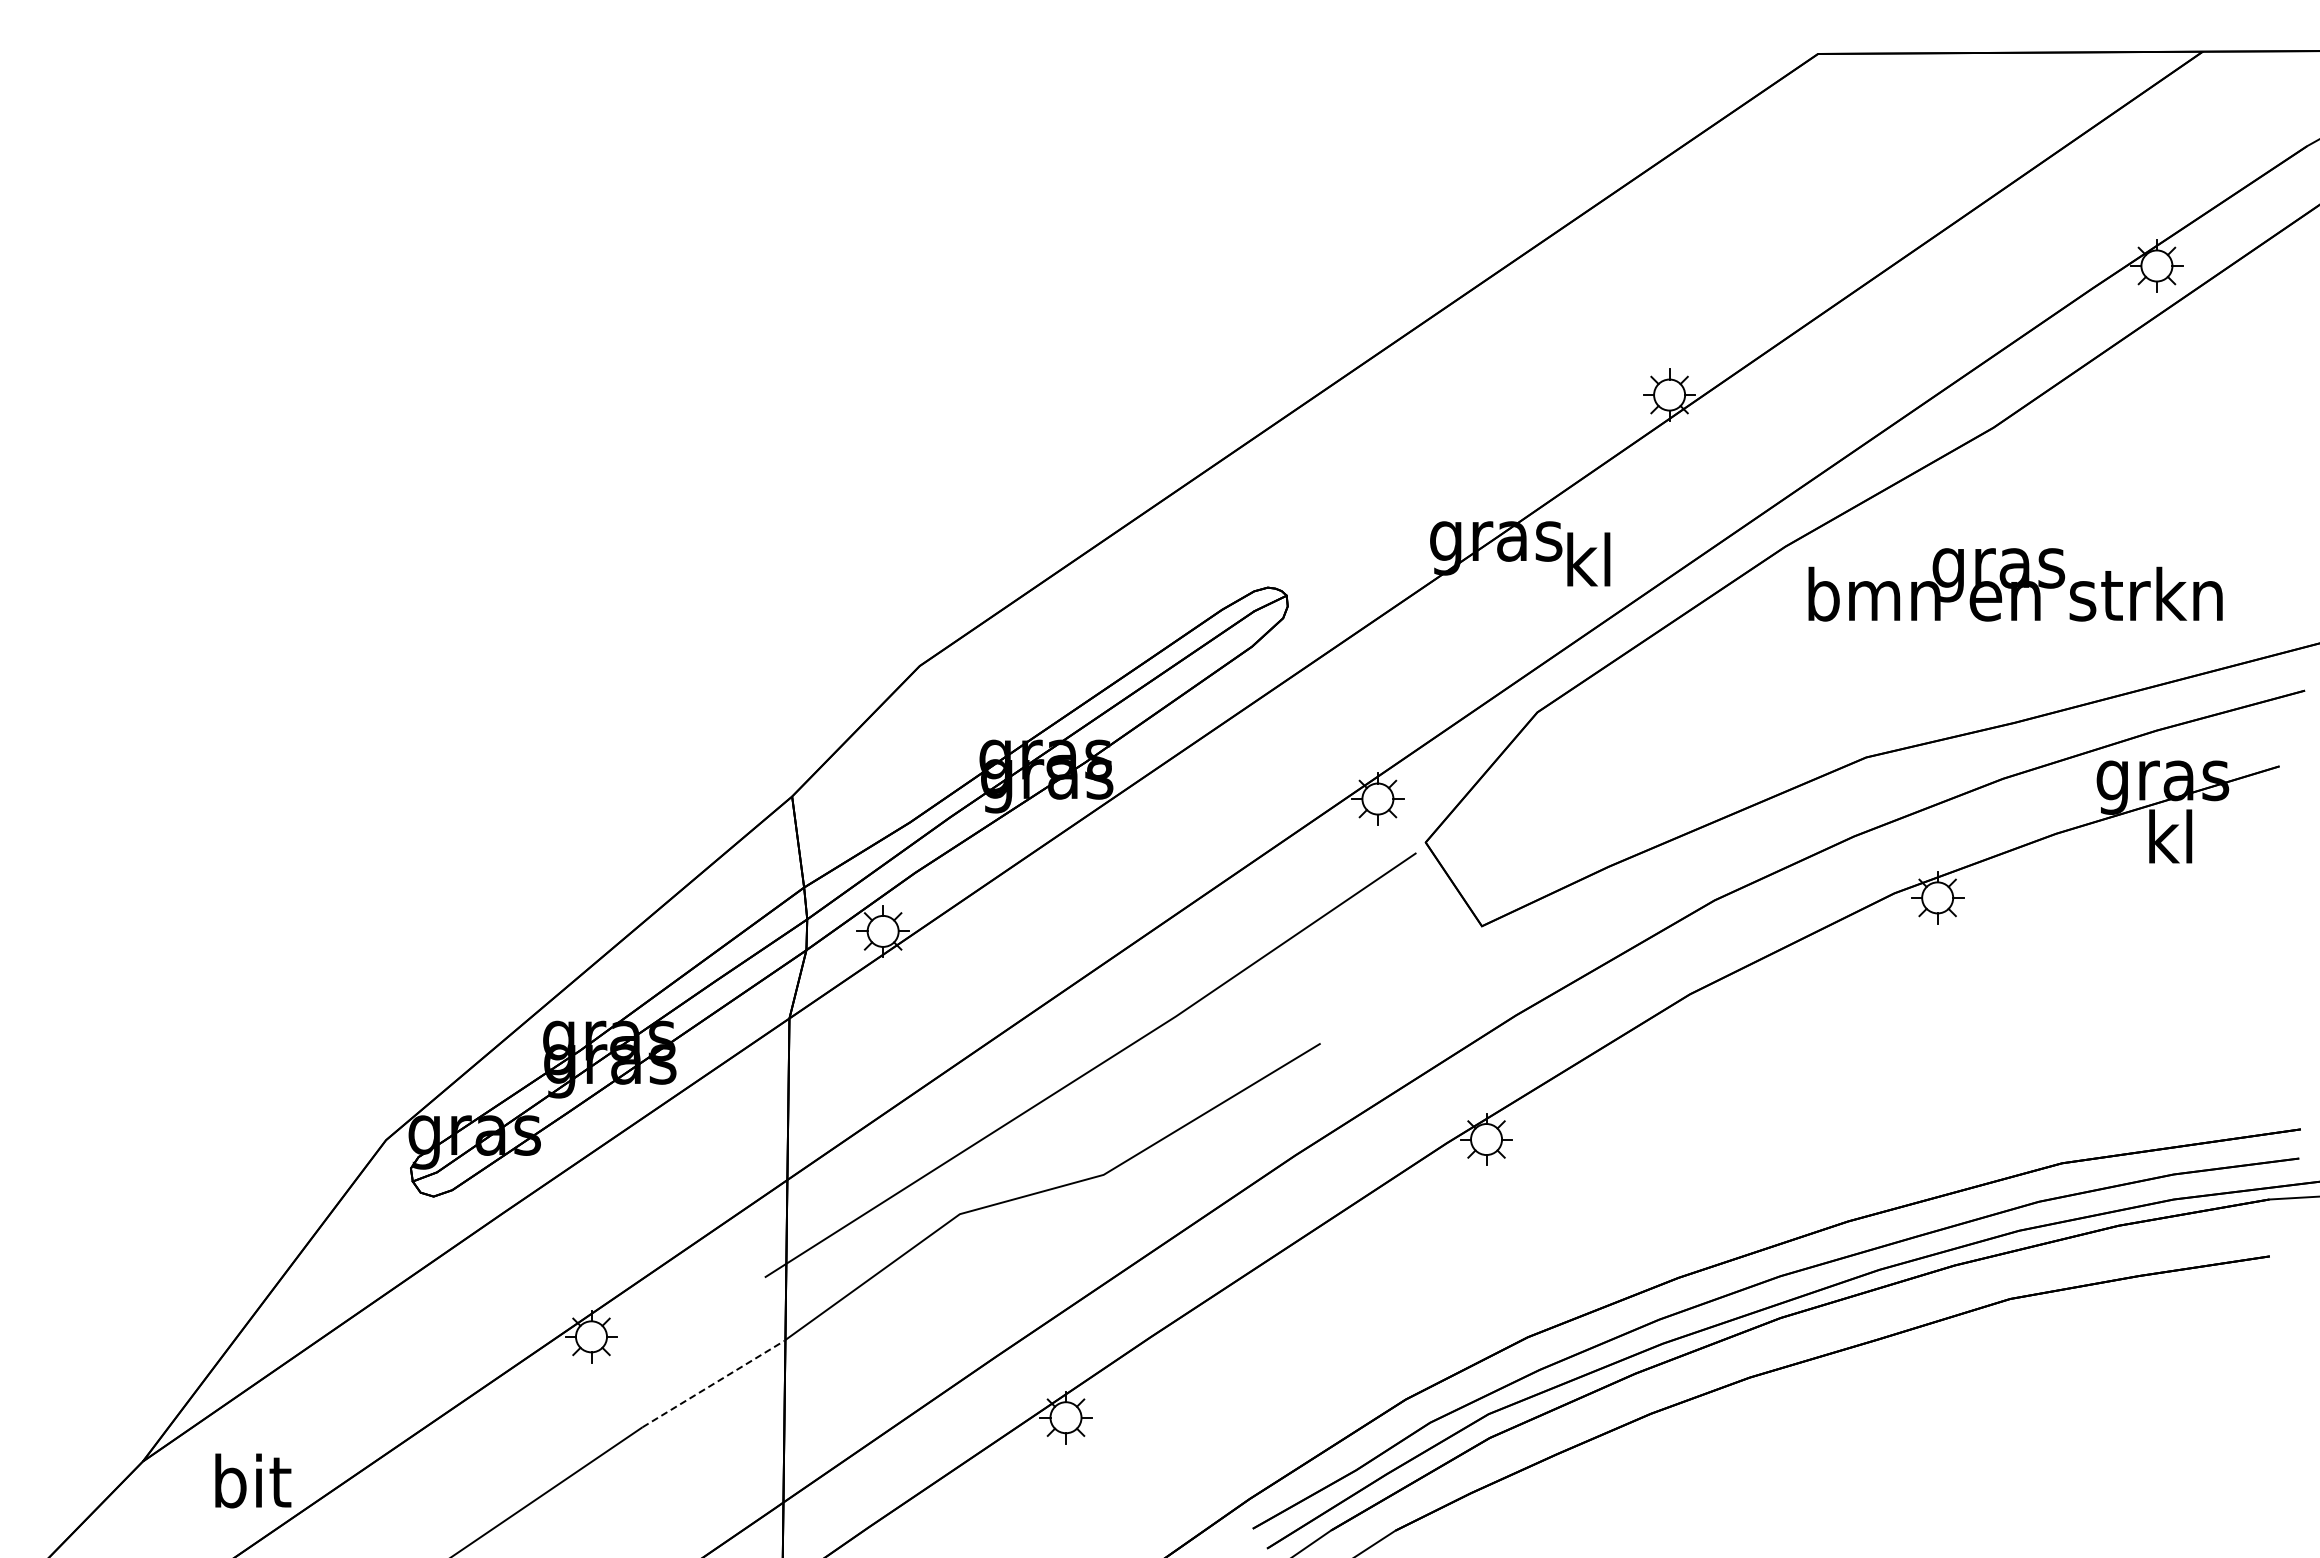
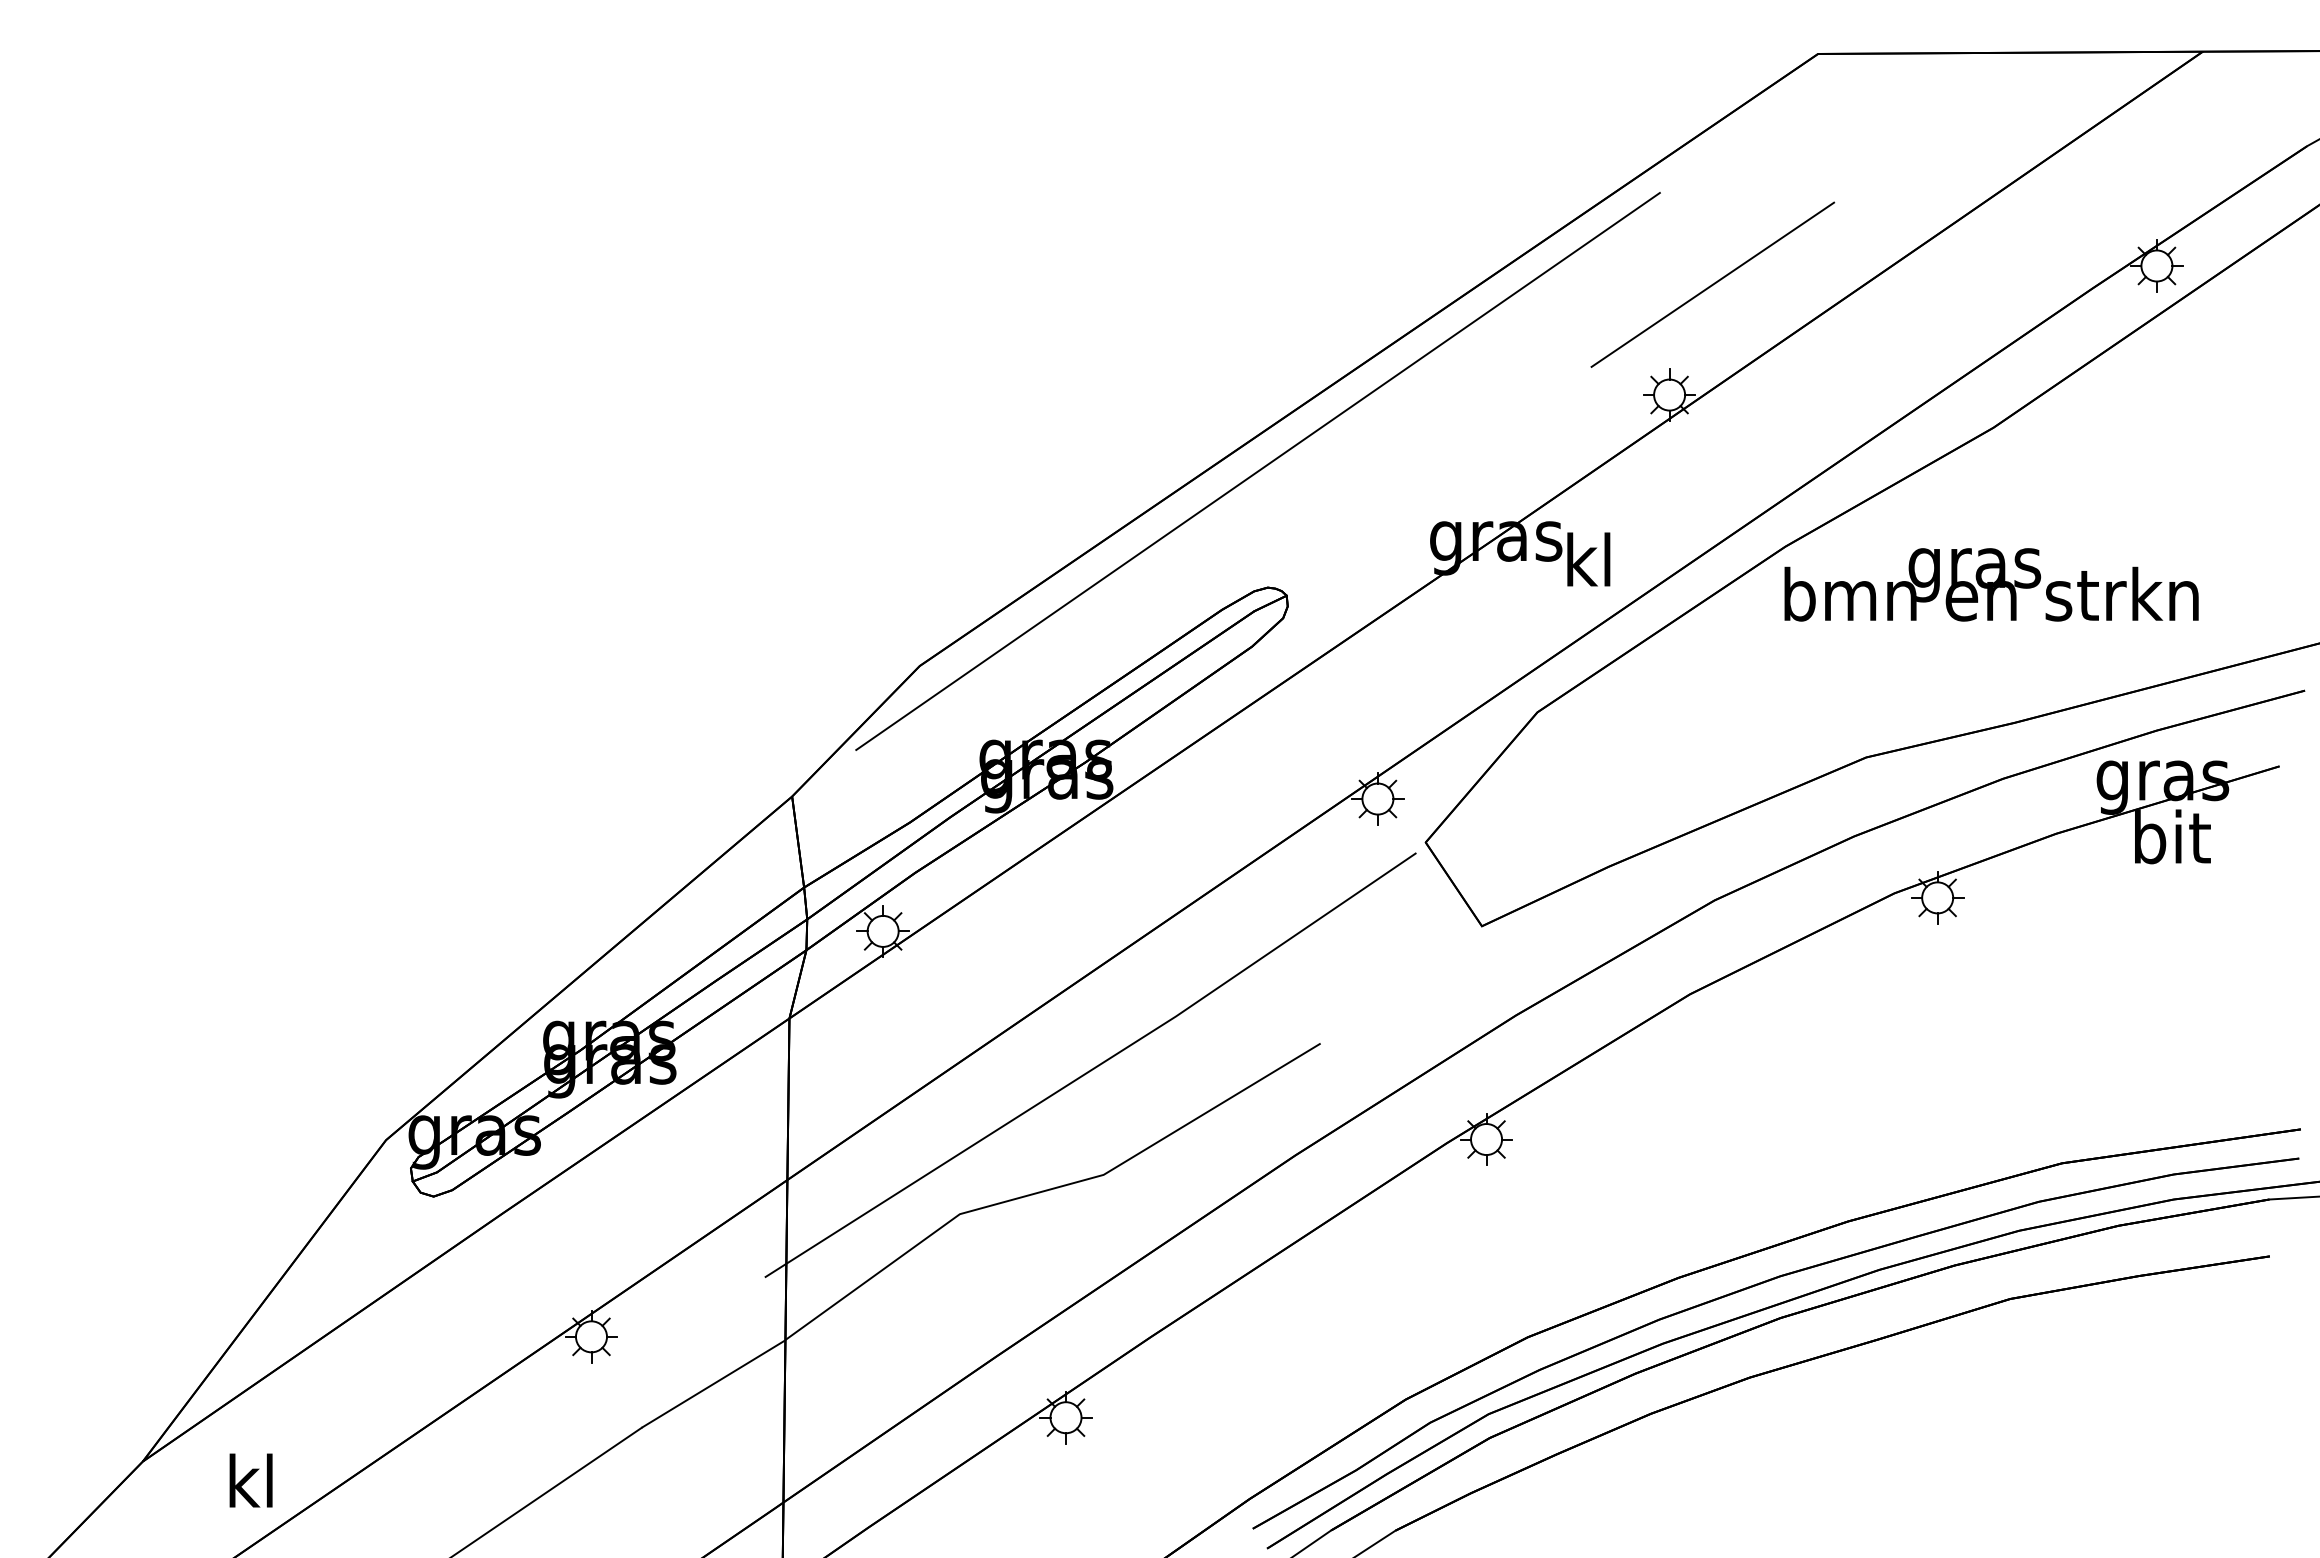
line at (1712, 284): none -> present
line at (1257, 471): none -> present
text at (2015, 584) position: (2015, 584) -> (1991, 584)
text at (2172, 836): kl -> bit
line at (713, 1384): dashed -> solid
text at (253, 1480): bit -> kl
